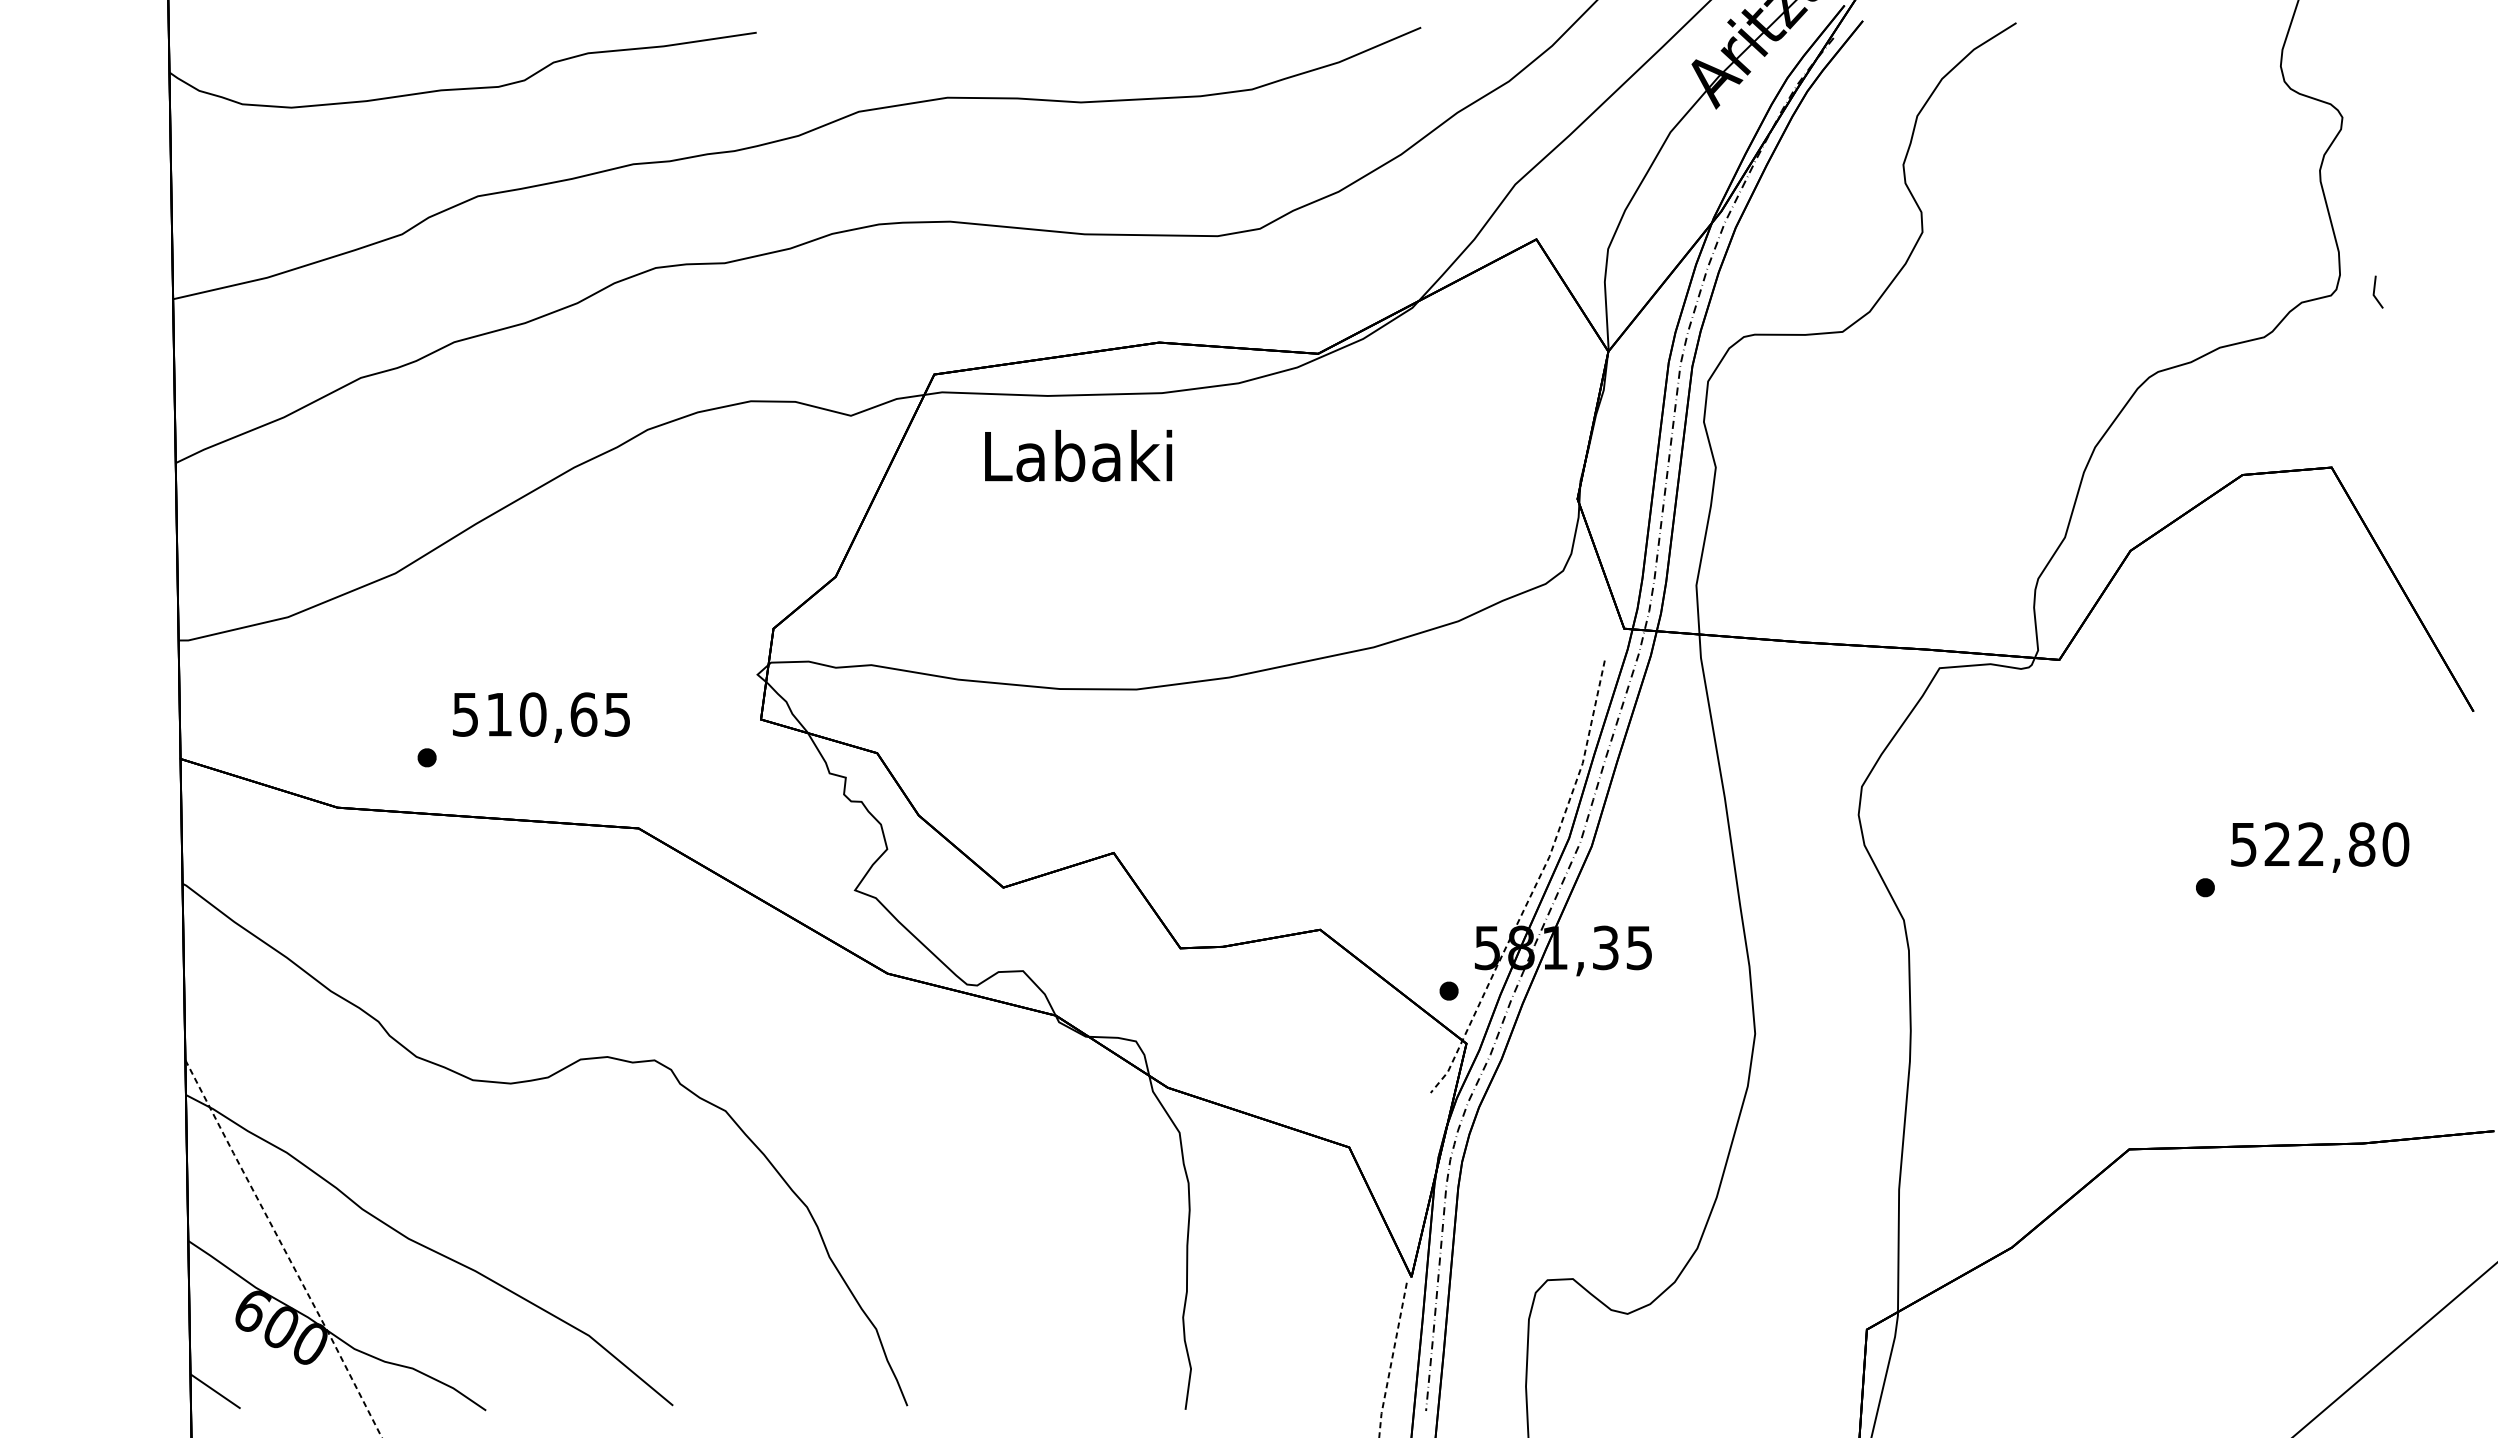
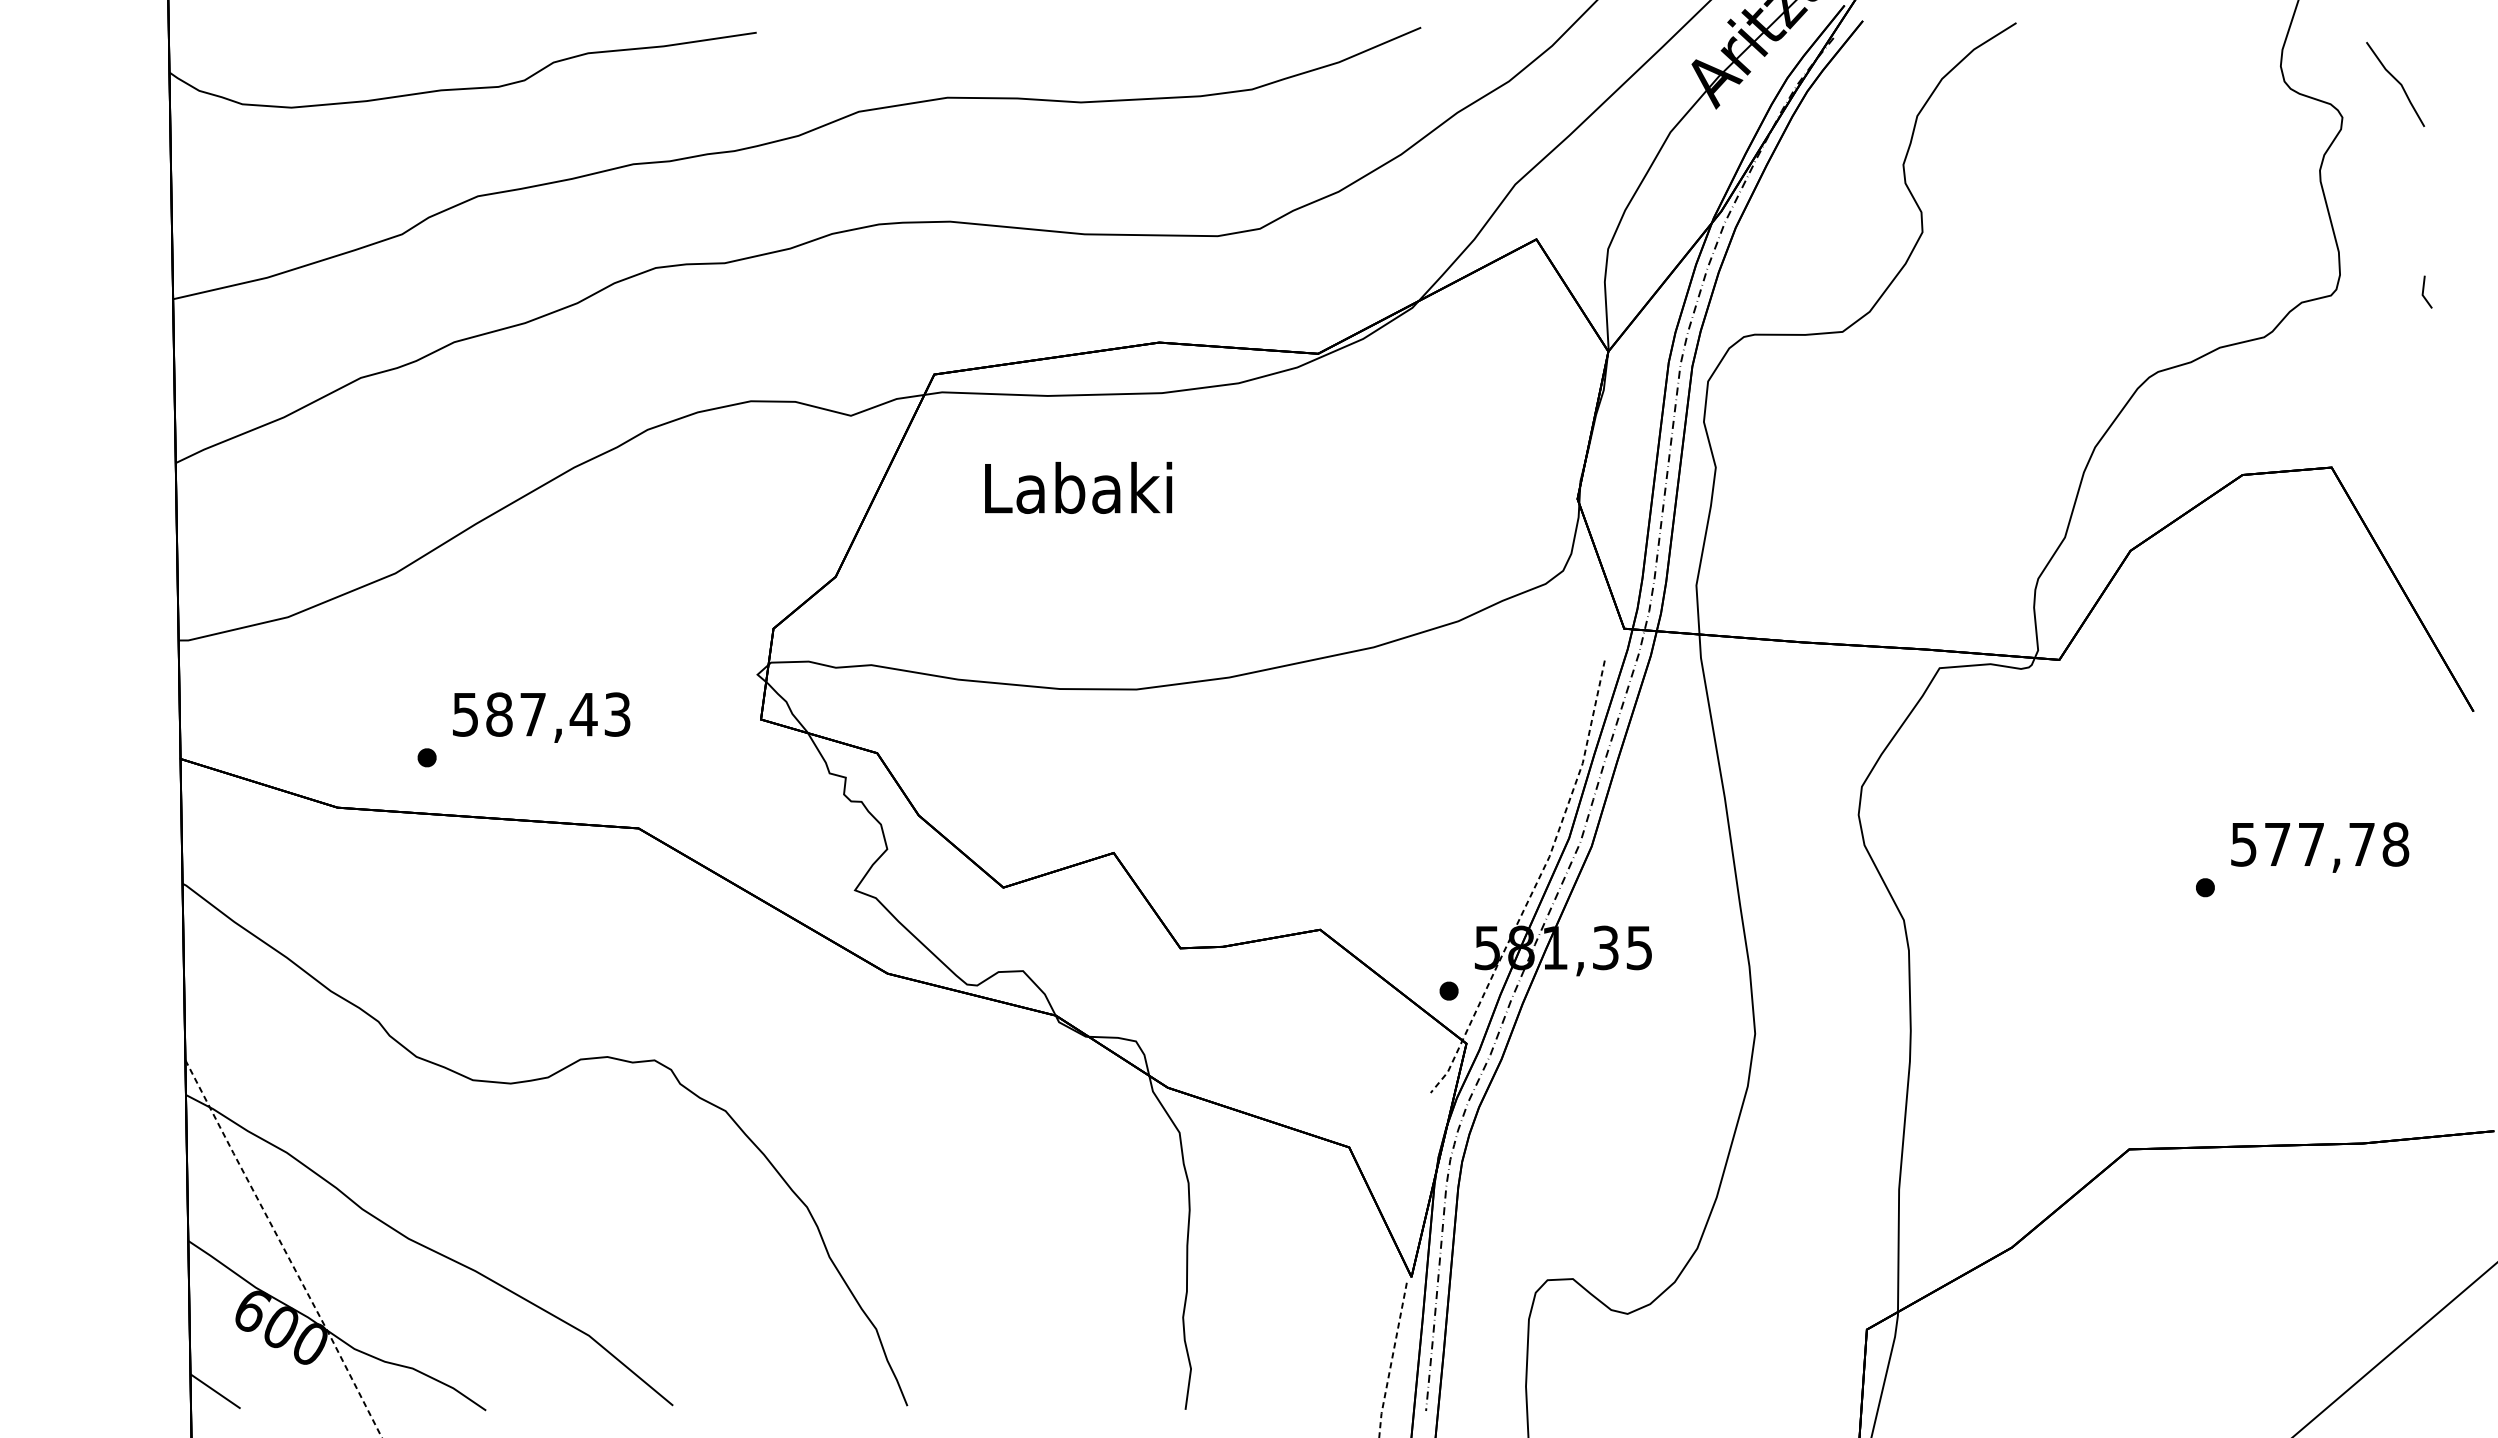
line at (2397, 82): none -> present
line at (2375, 289) position: (2375, 289) -> (2424, 289)
text at (1078, 455) position: (1078, 455) -> (1078, 487)
text at (558, 714): 510,65 -> 587,43
text at (2336, 844): 522,80 -> 577,78
